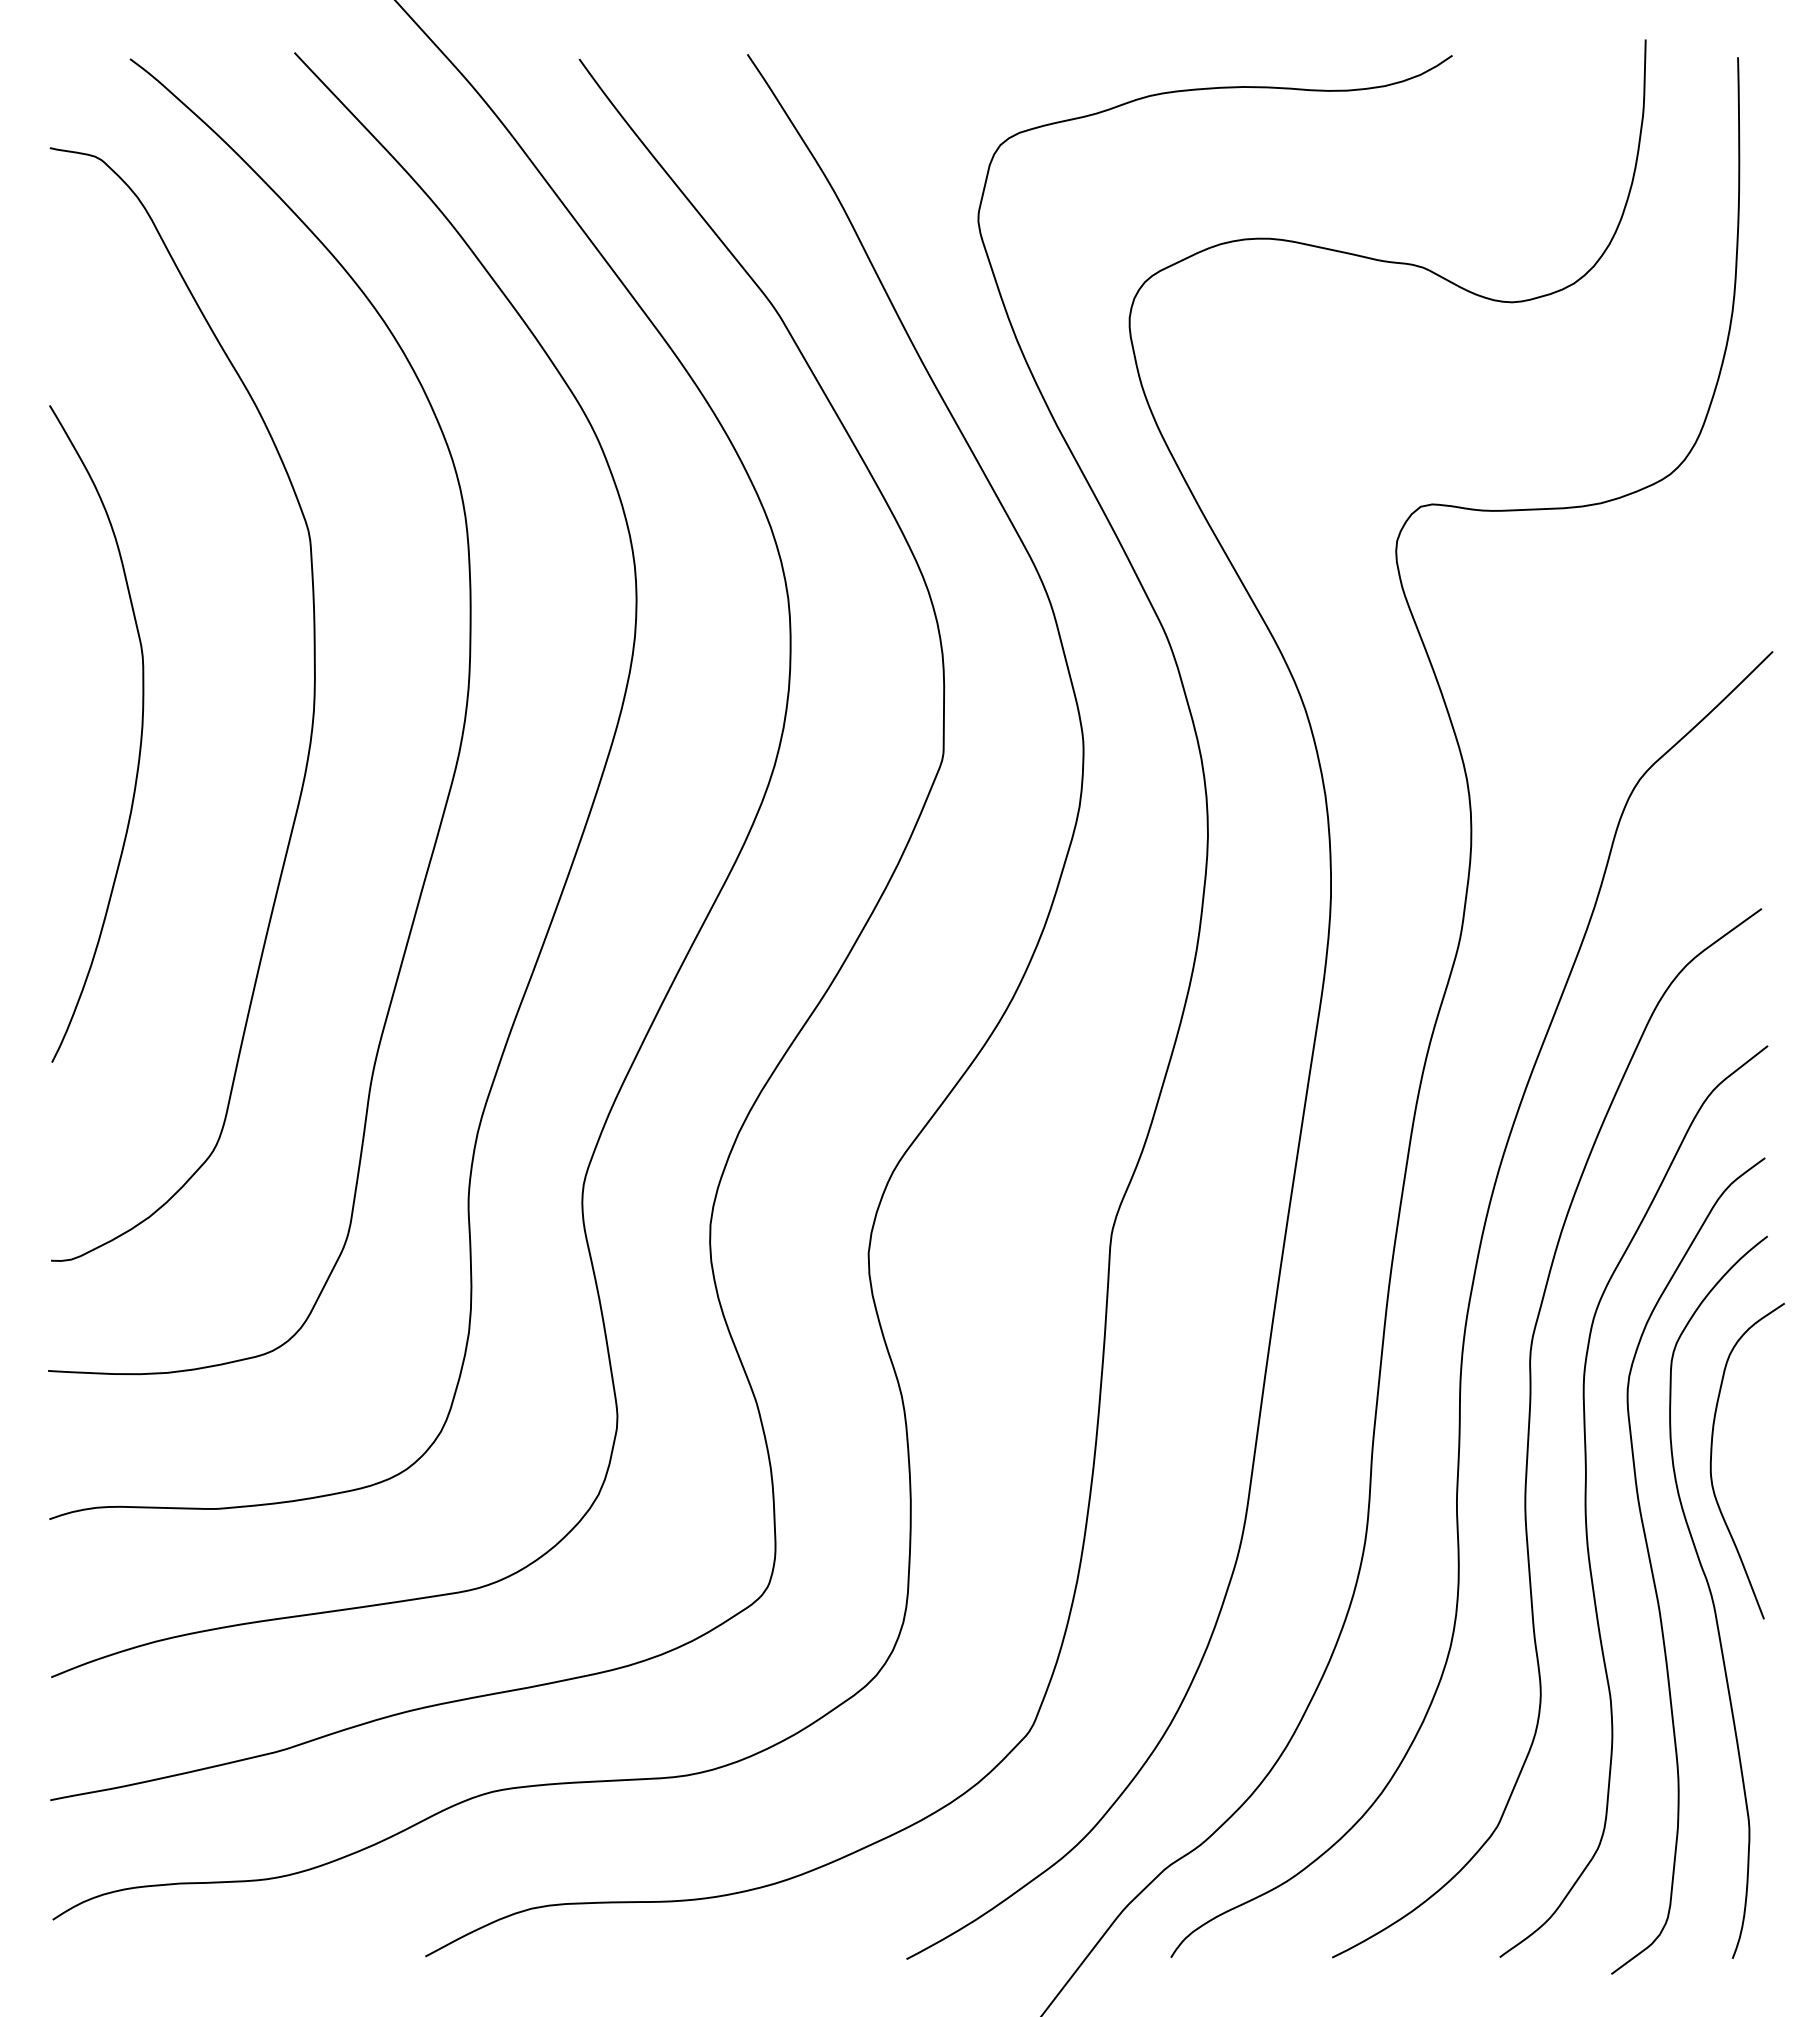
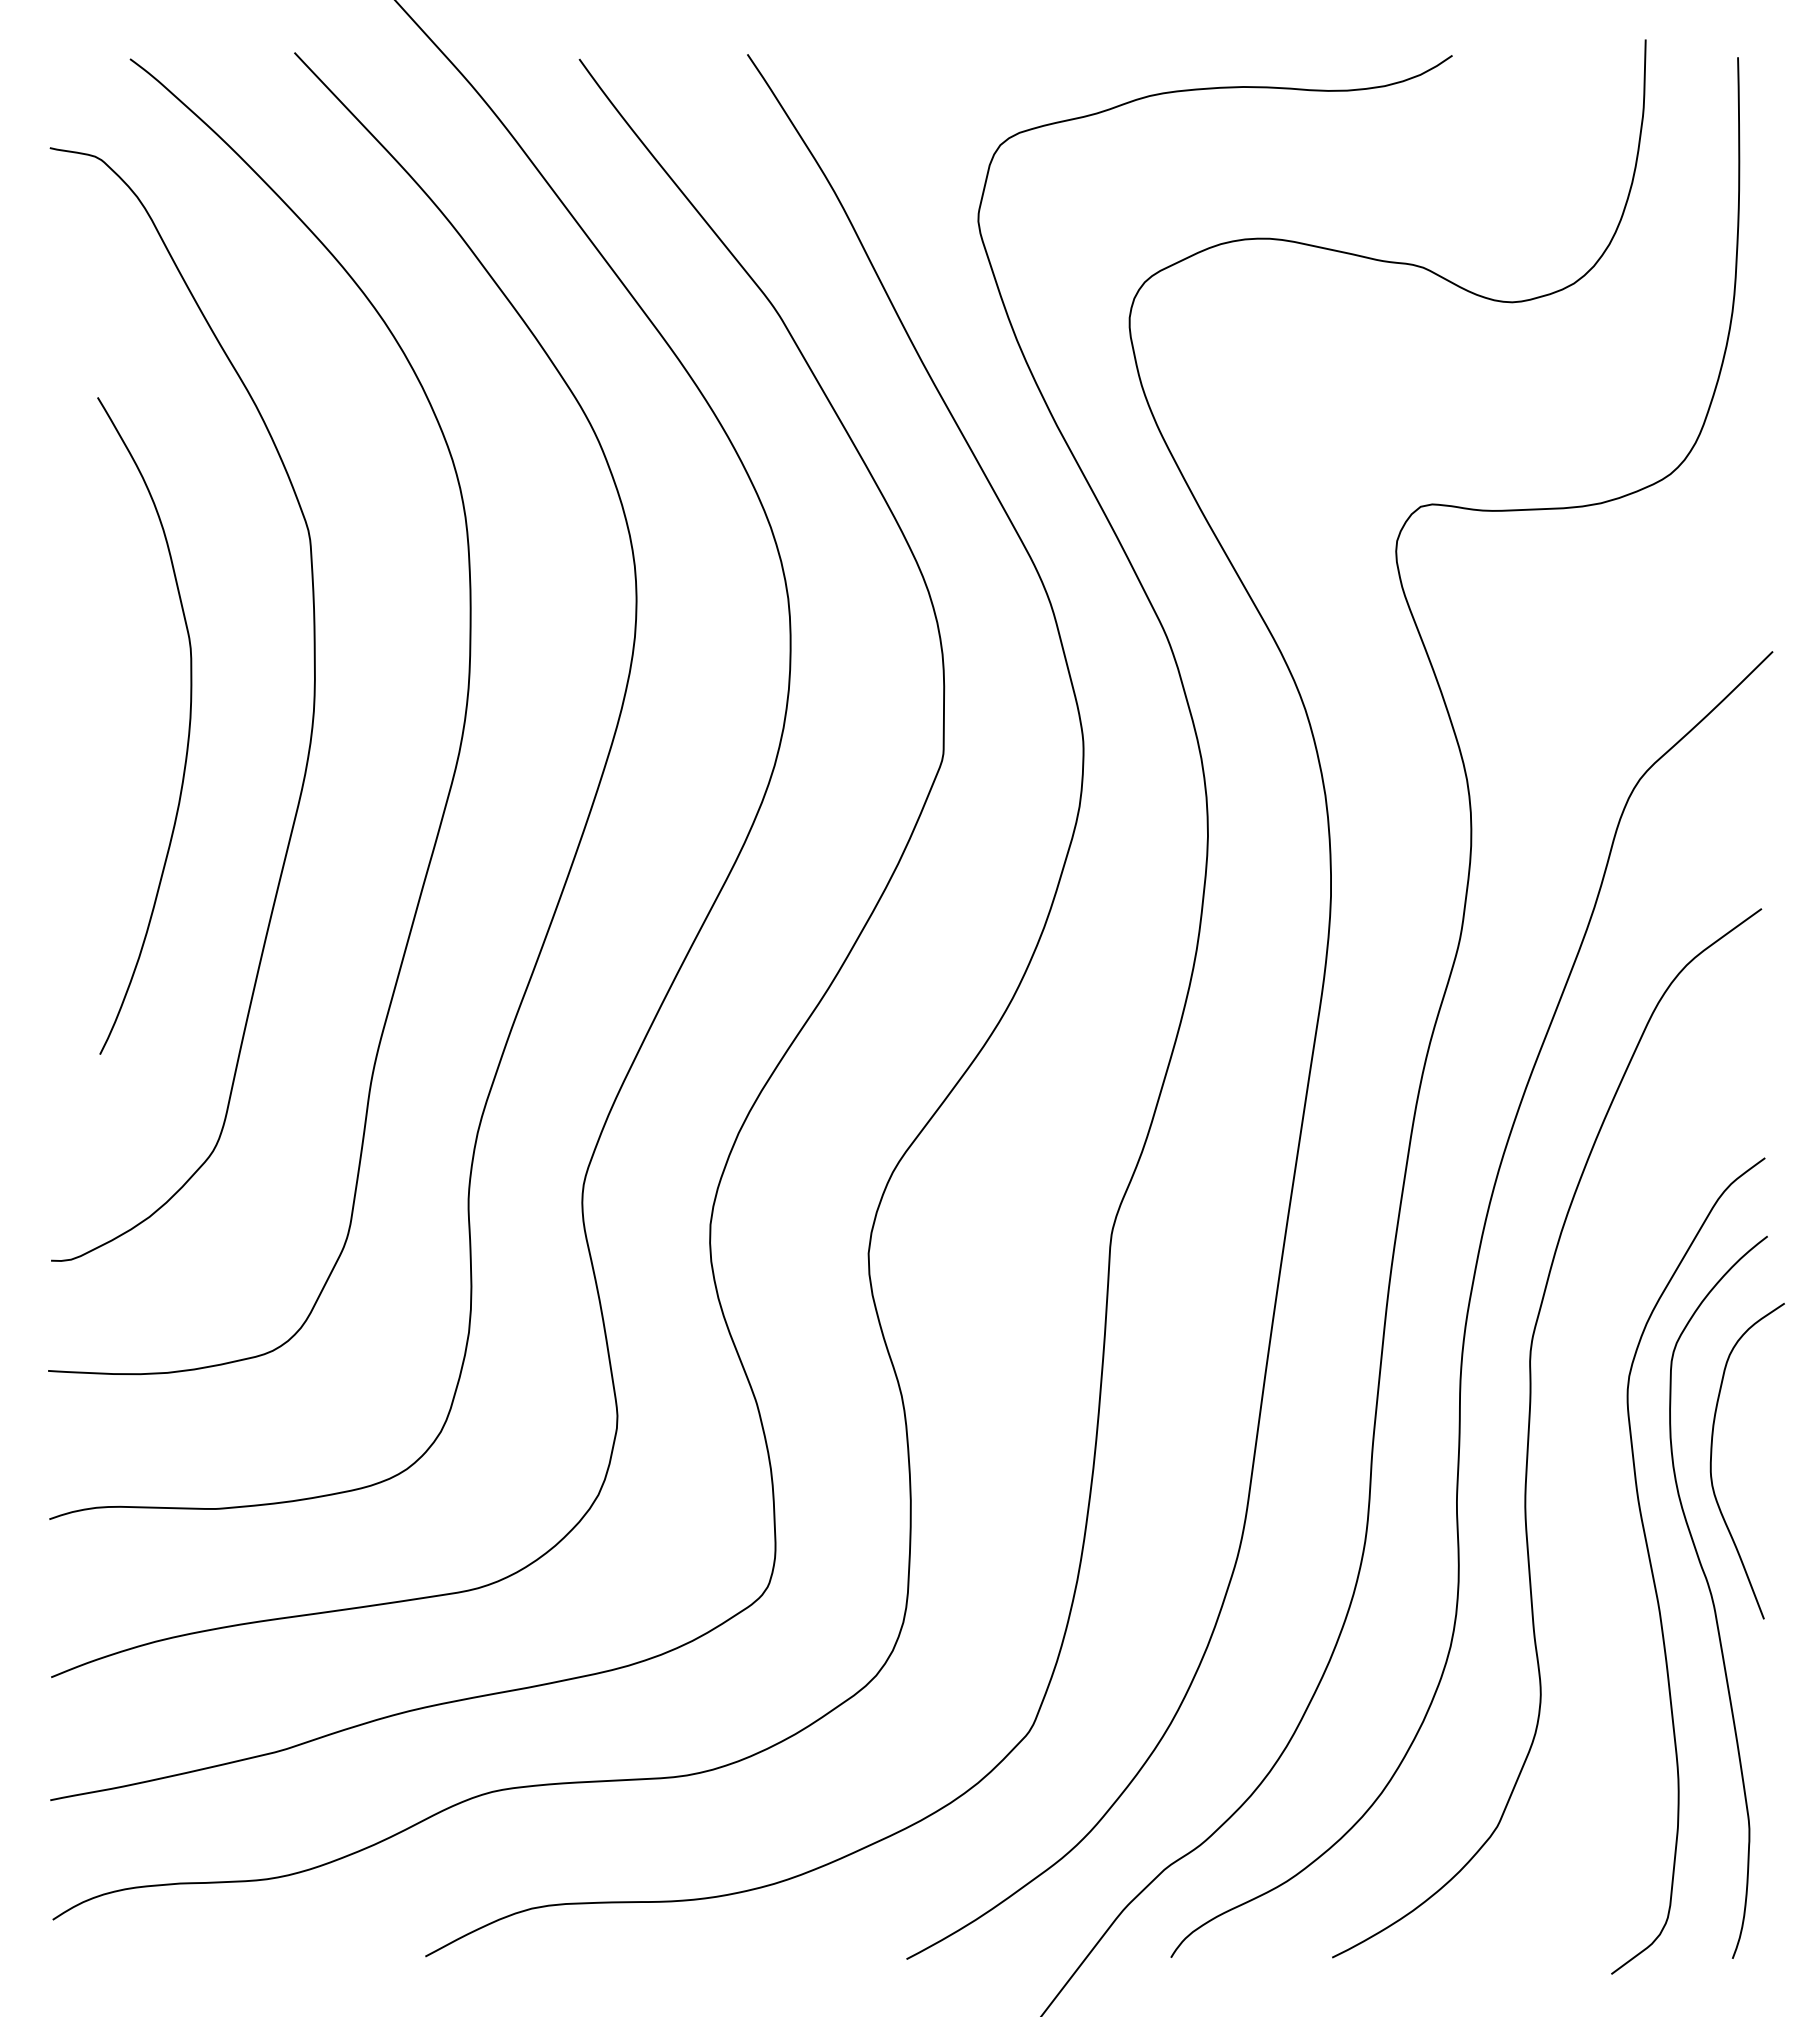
curve at (140, 734) position: (140, 734) -> (188, 726)
curve at (1586, 1501): present -> none
